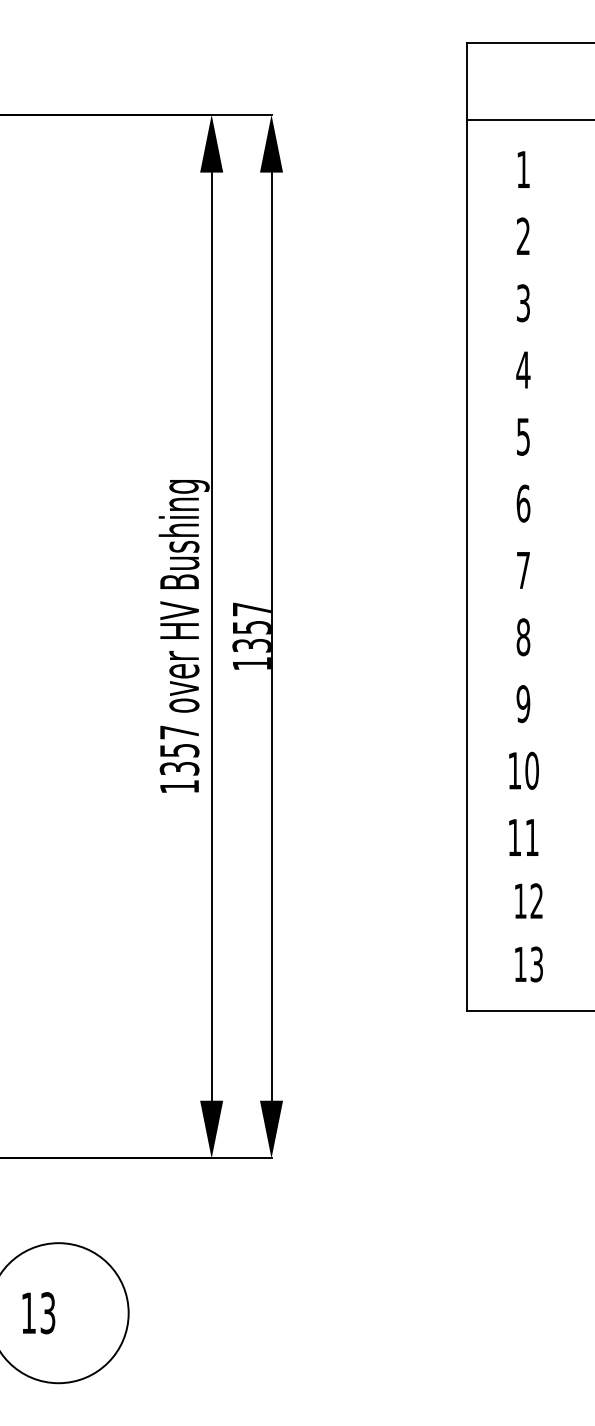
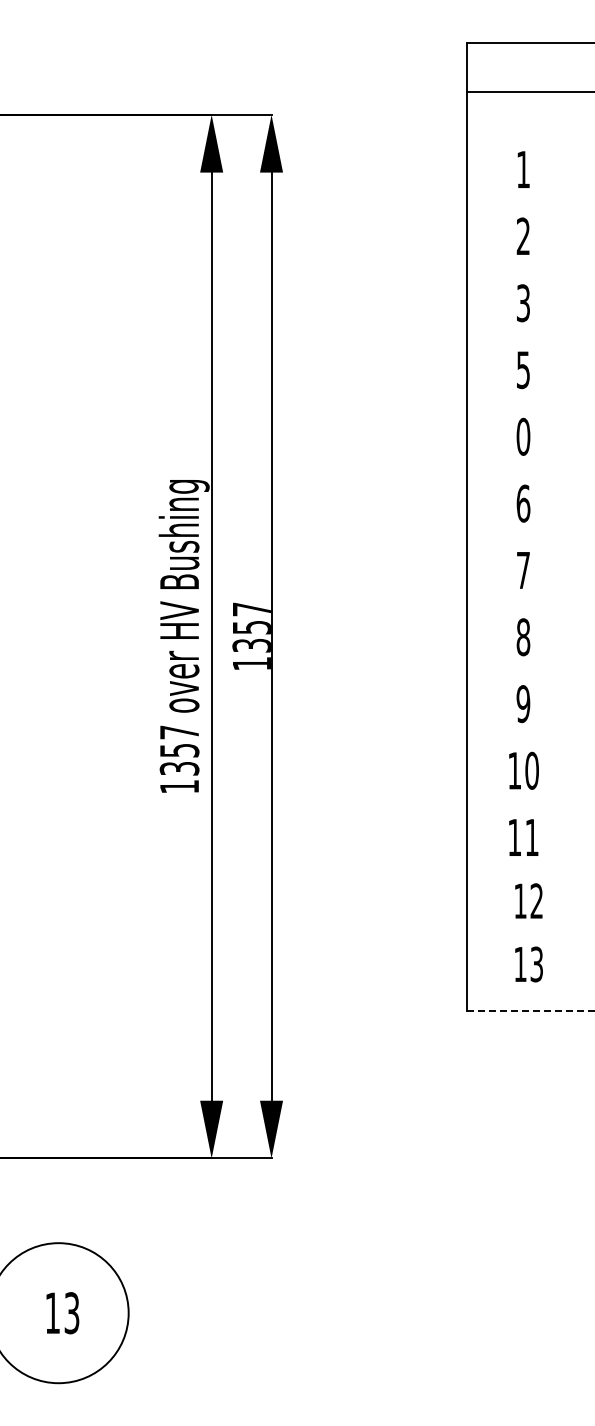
line at (529, 120) position: (529, 120) -> (529, 92)
text at (523, 370): 4 -> 5
text at (523, 436): 5 -> 0
line at (531, 1010): solid -> dashed
text at (38, 1313) position: (38, 1313) -> (62, 1313)
